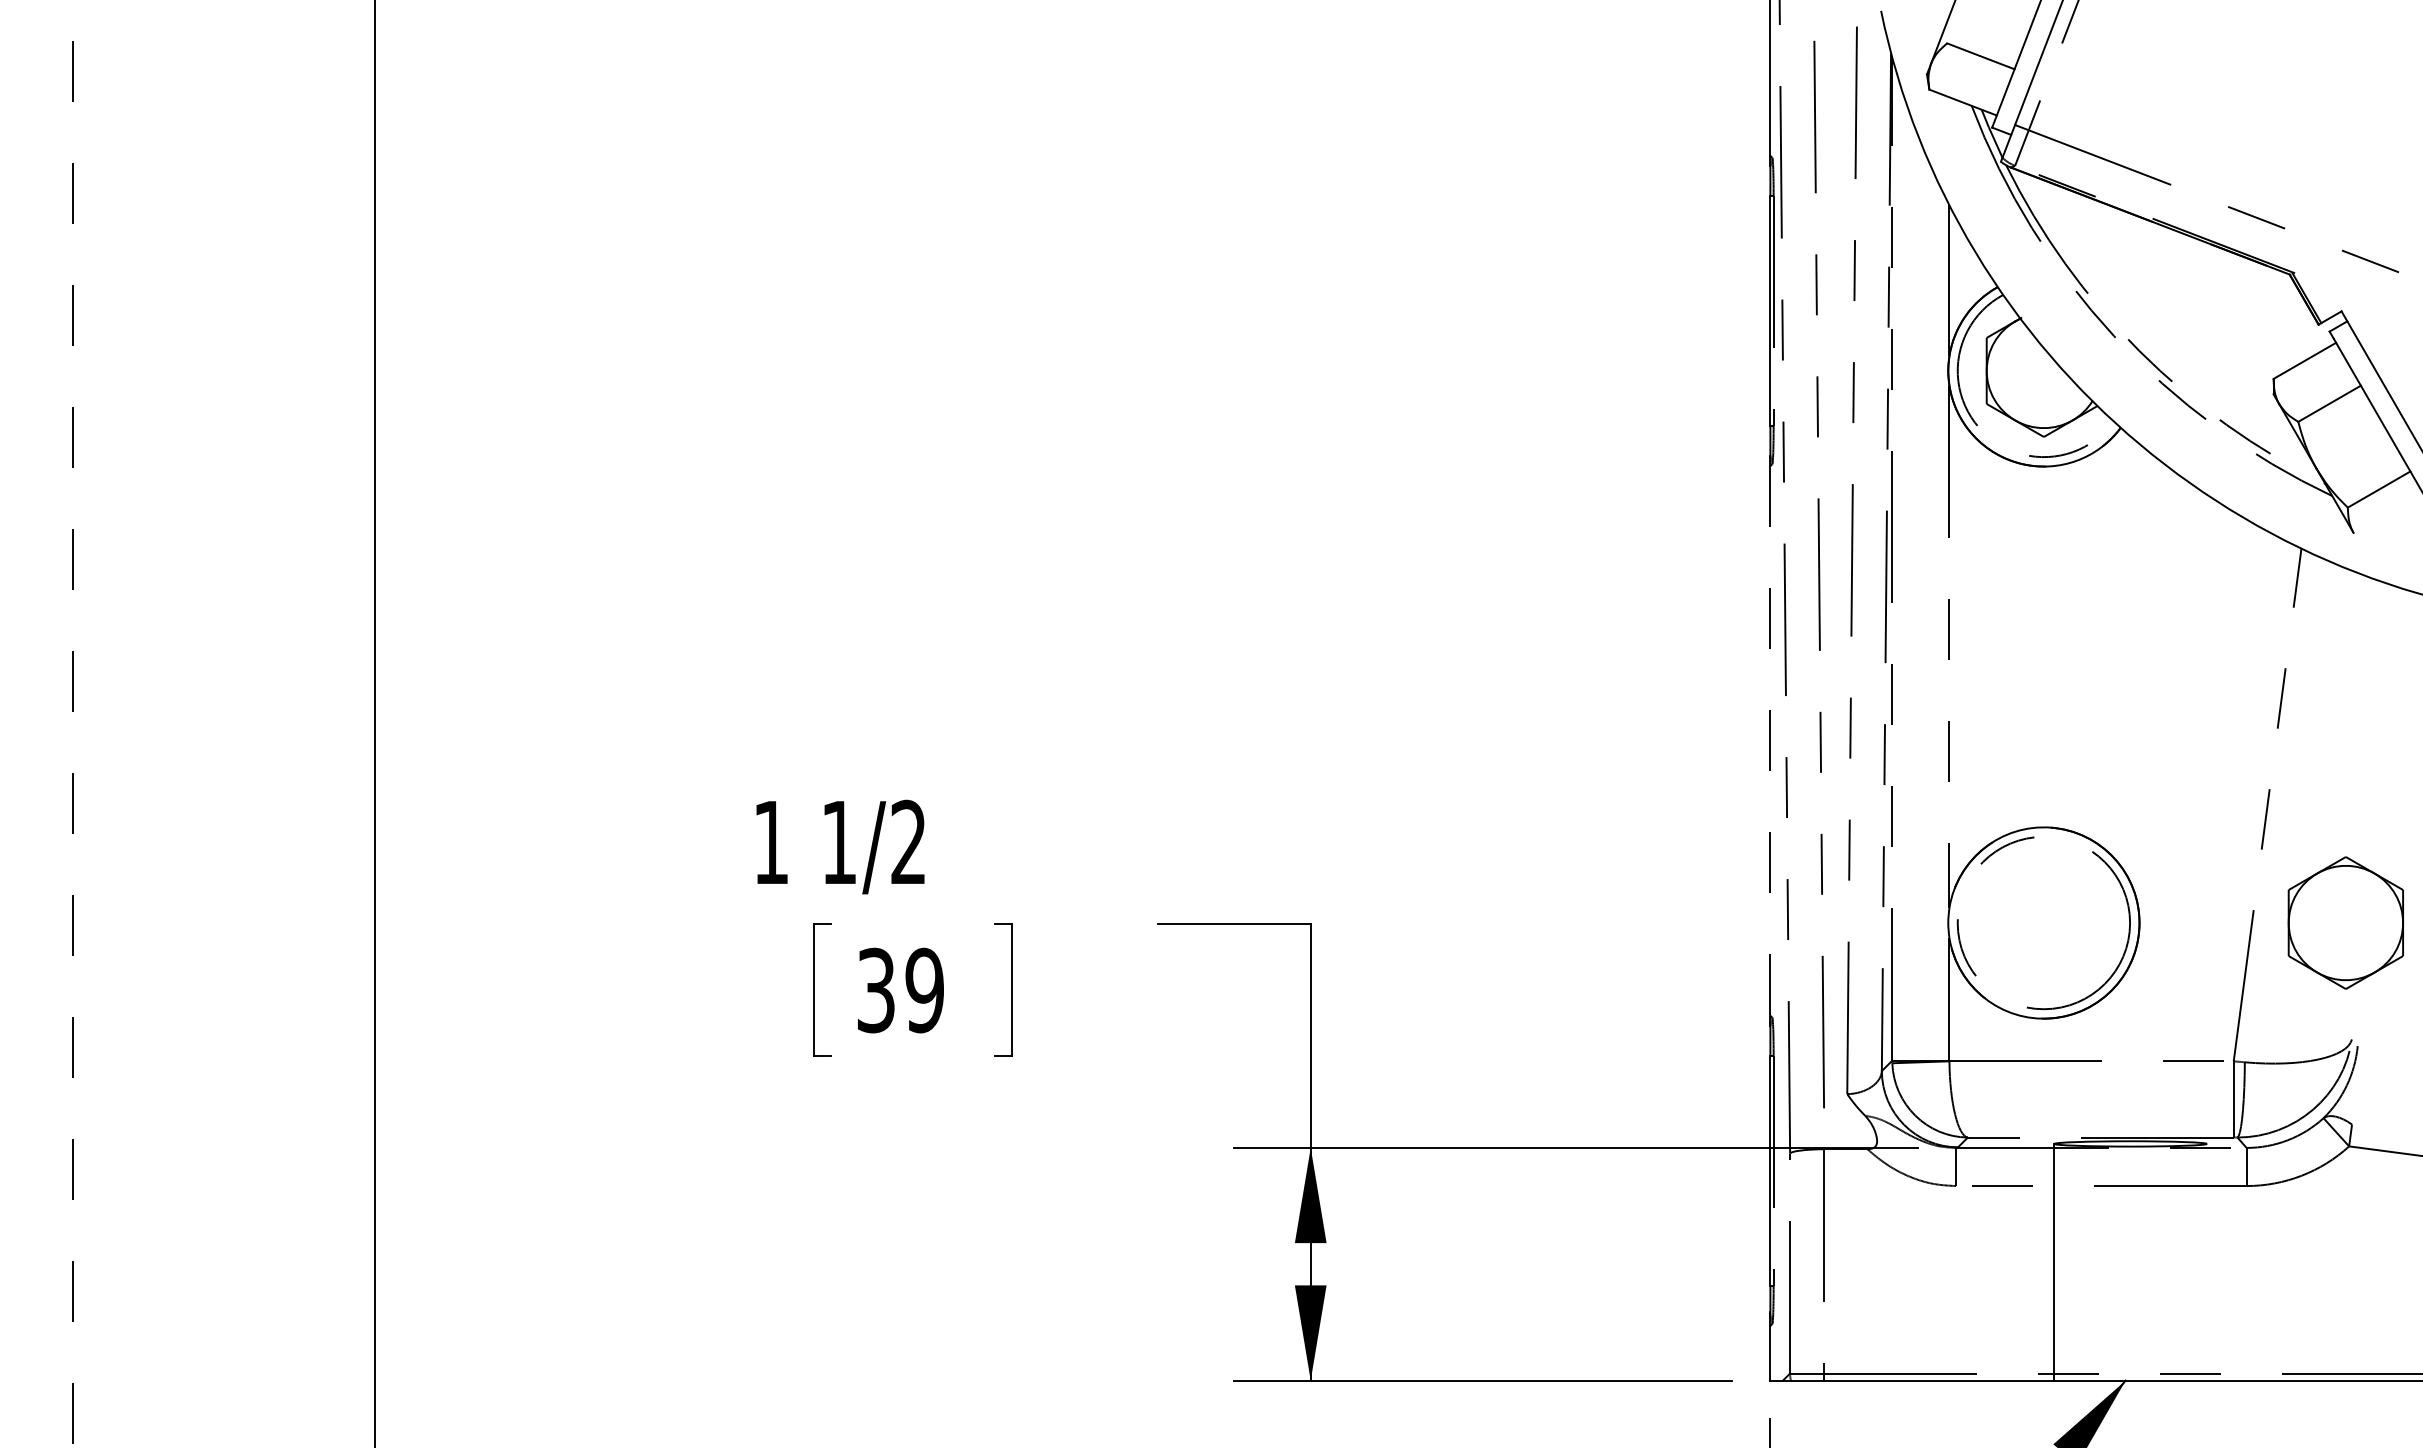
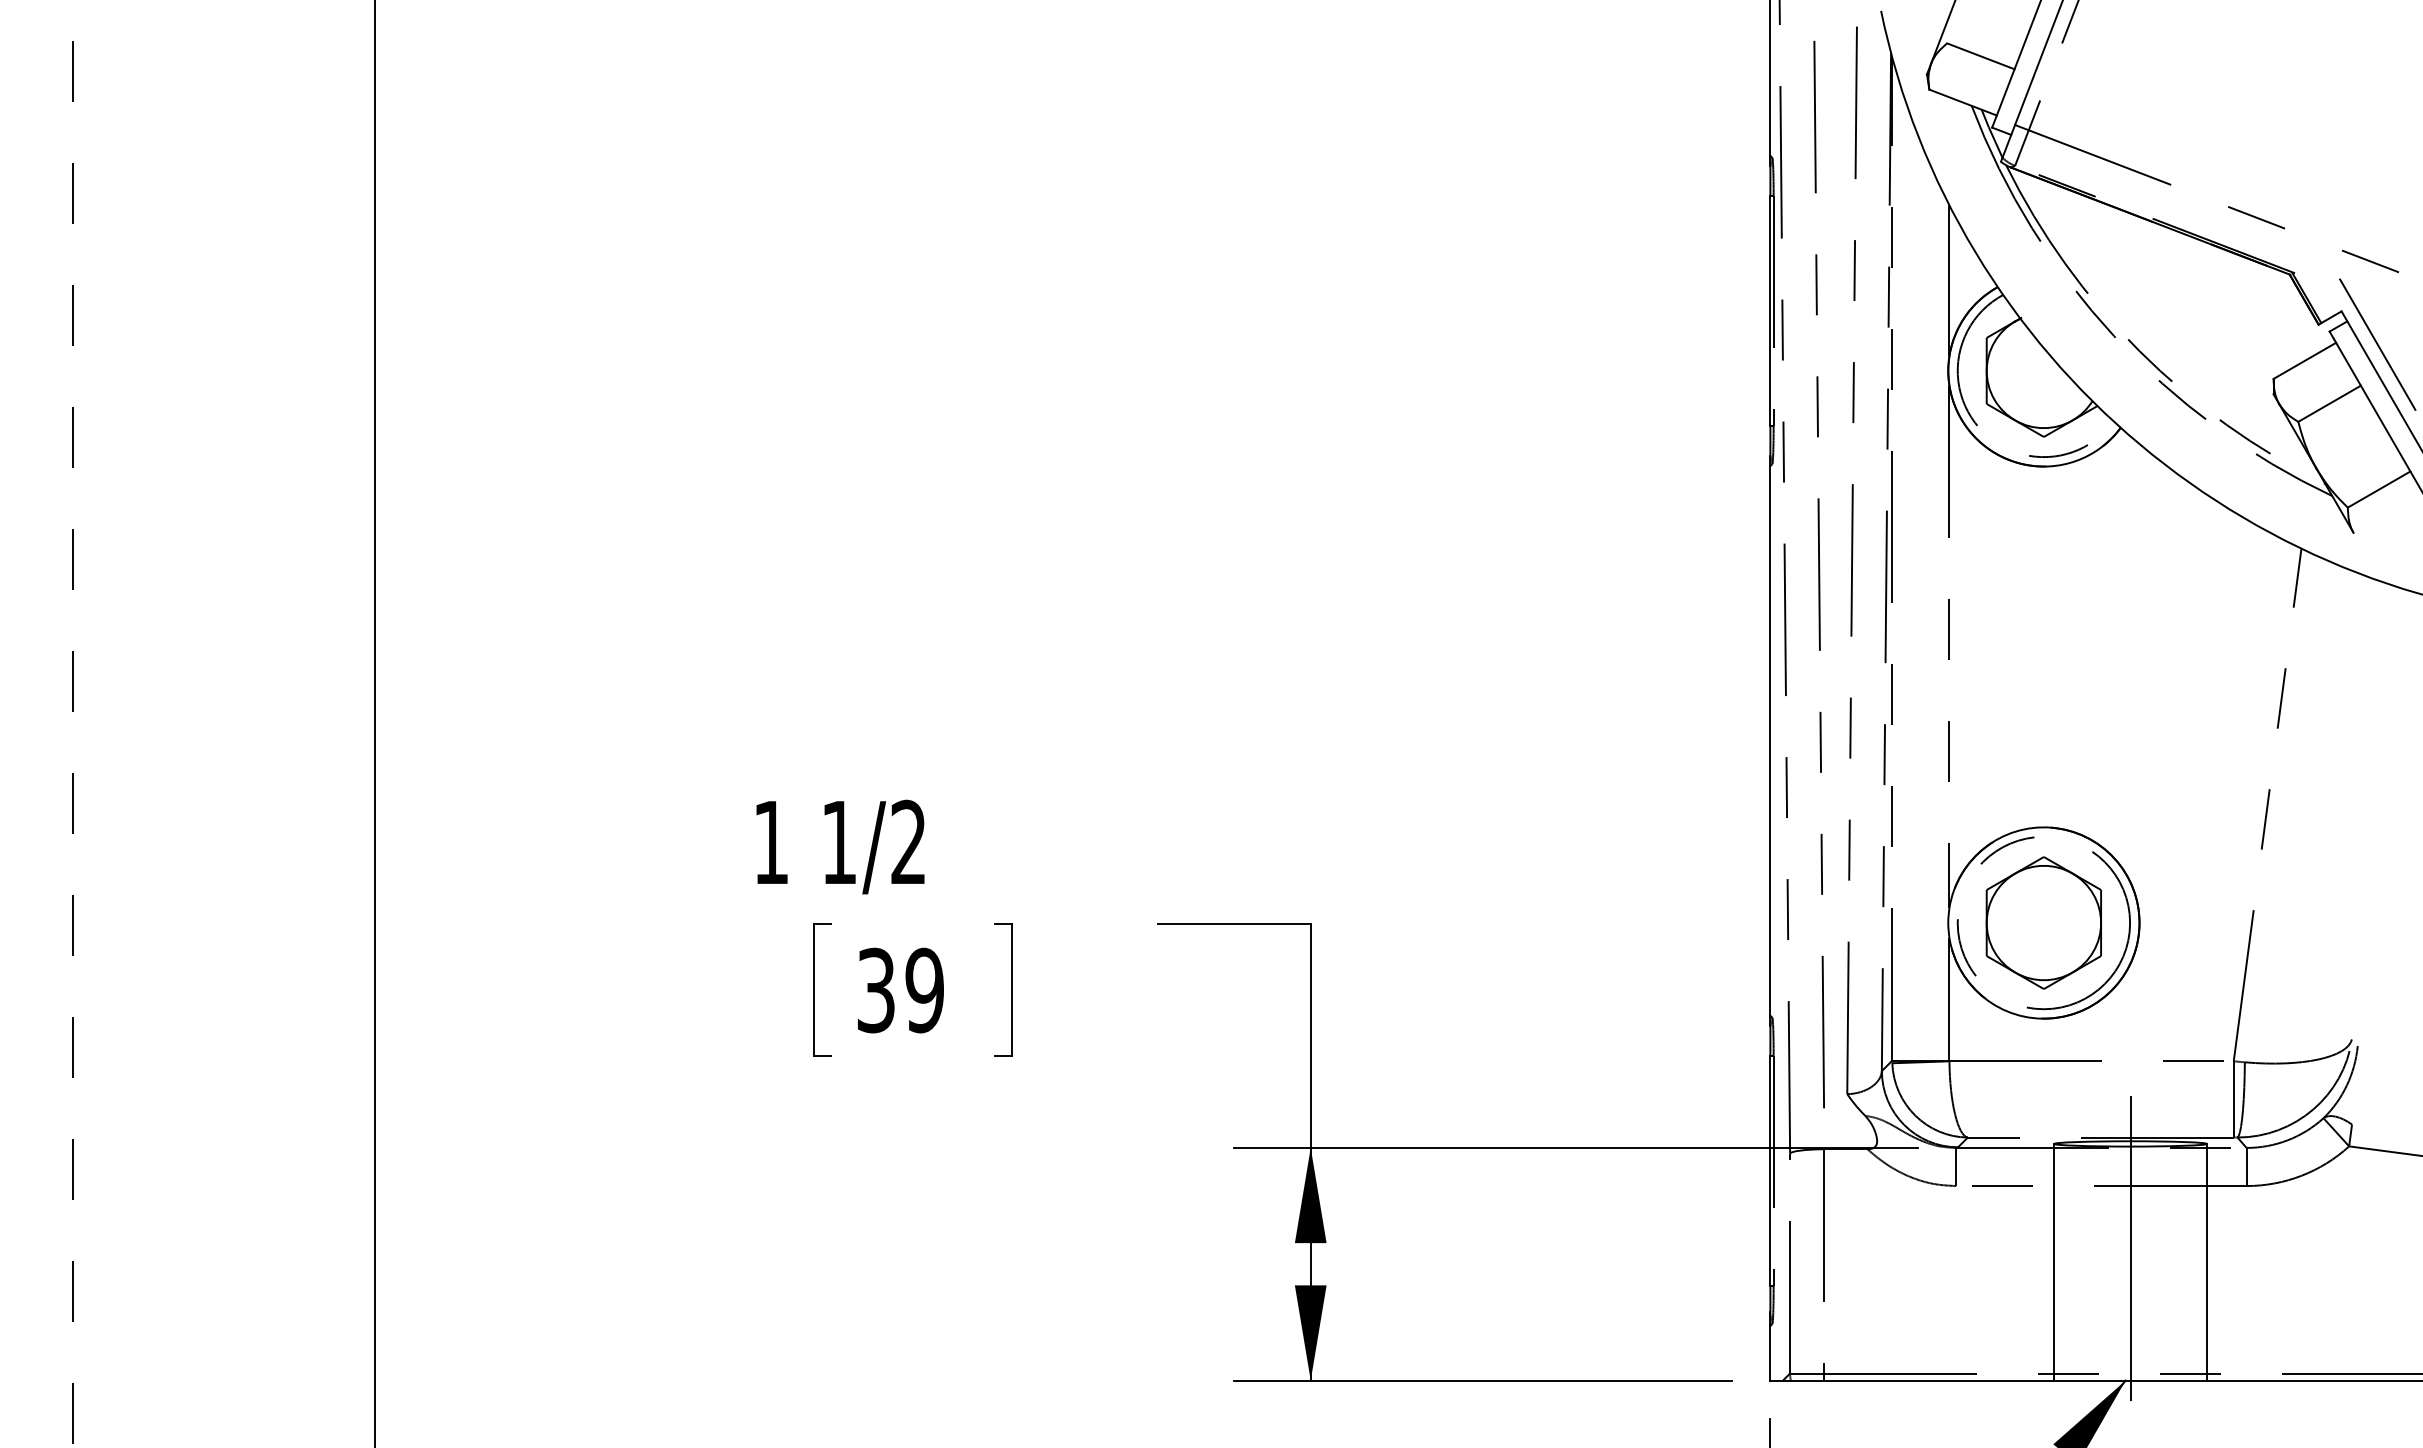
line at (2379, 347): none -> present
line at (1770, 740): dashed -> solid
part at (2345, 922) position: (2345, 922) -> (2043, 922)
line at (2130, 1261): none -> present
line at (2206, 1261): none -> present
